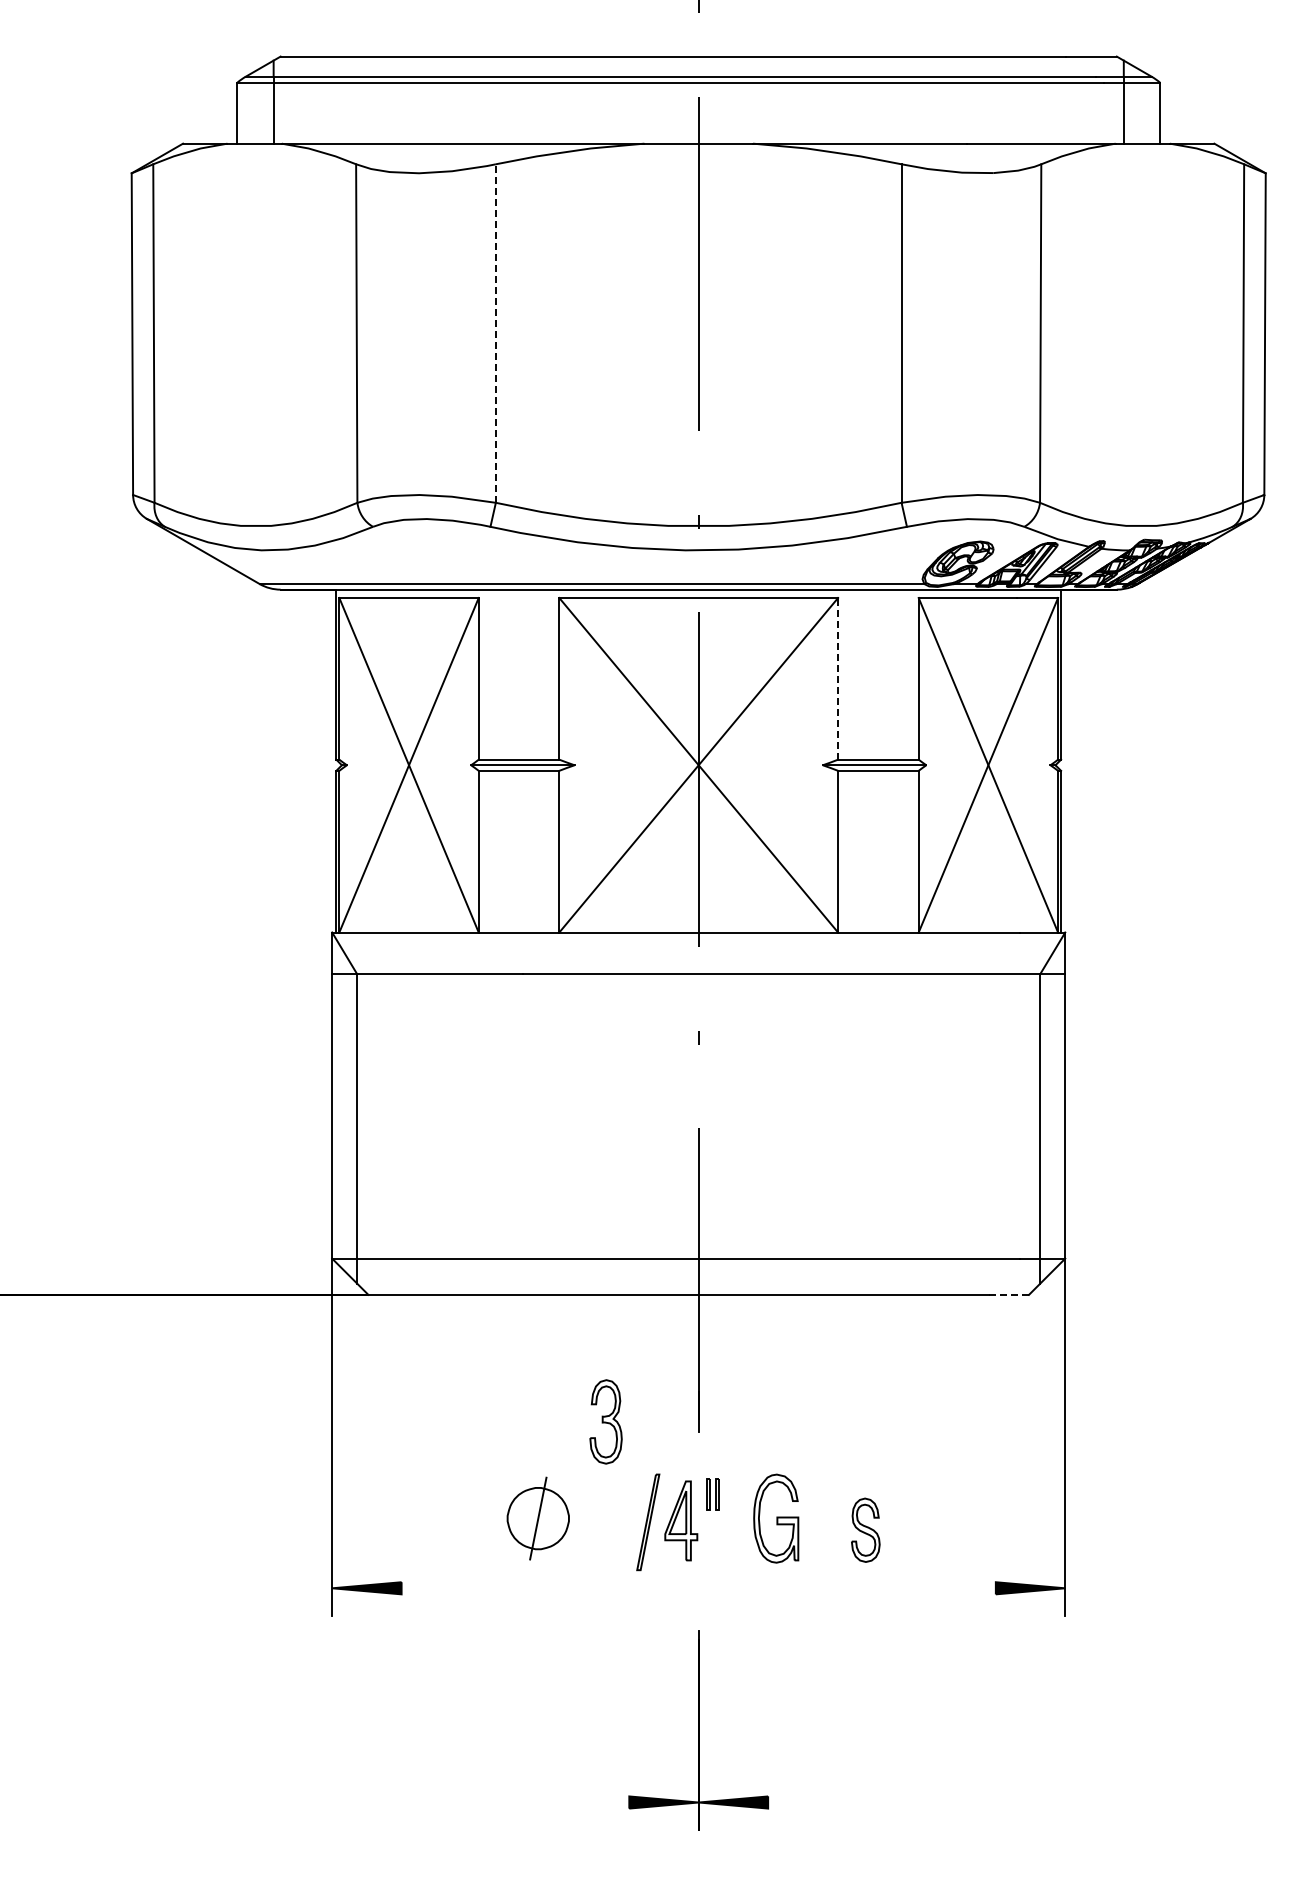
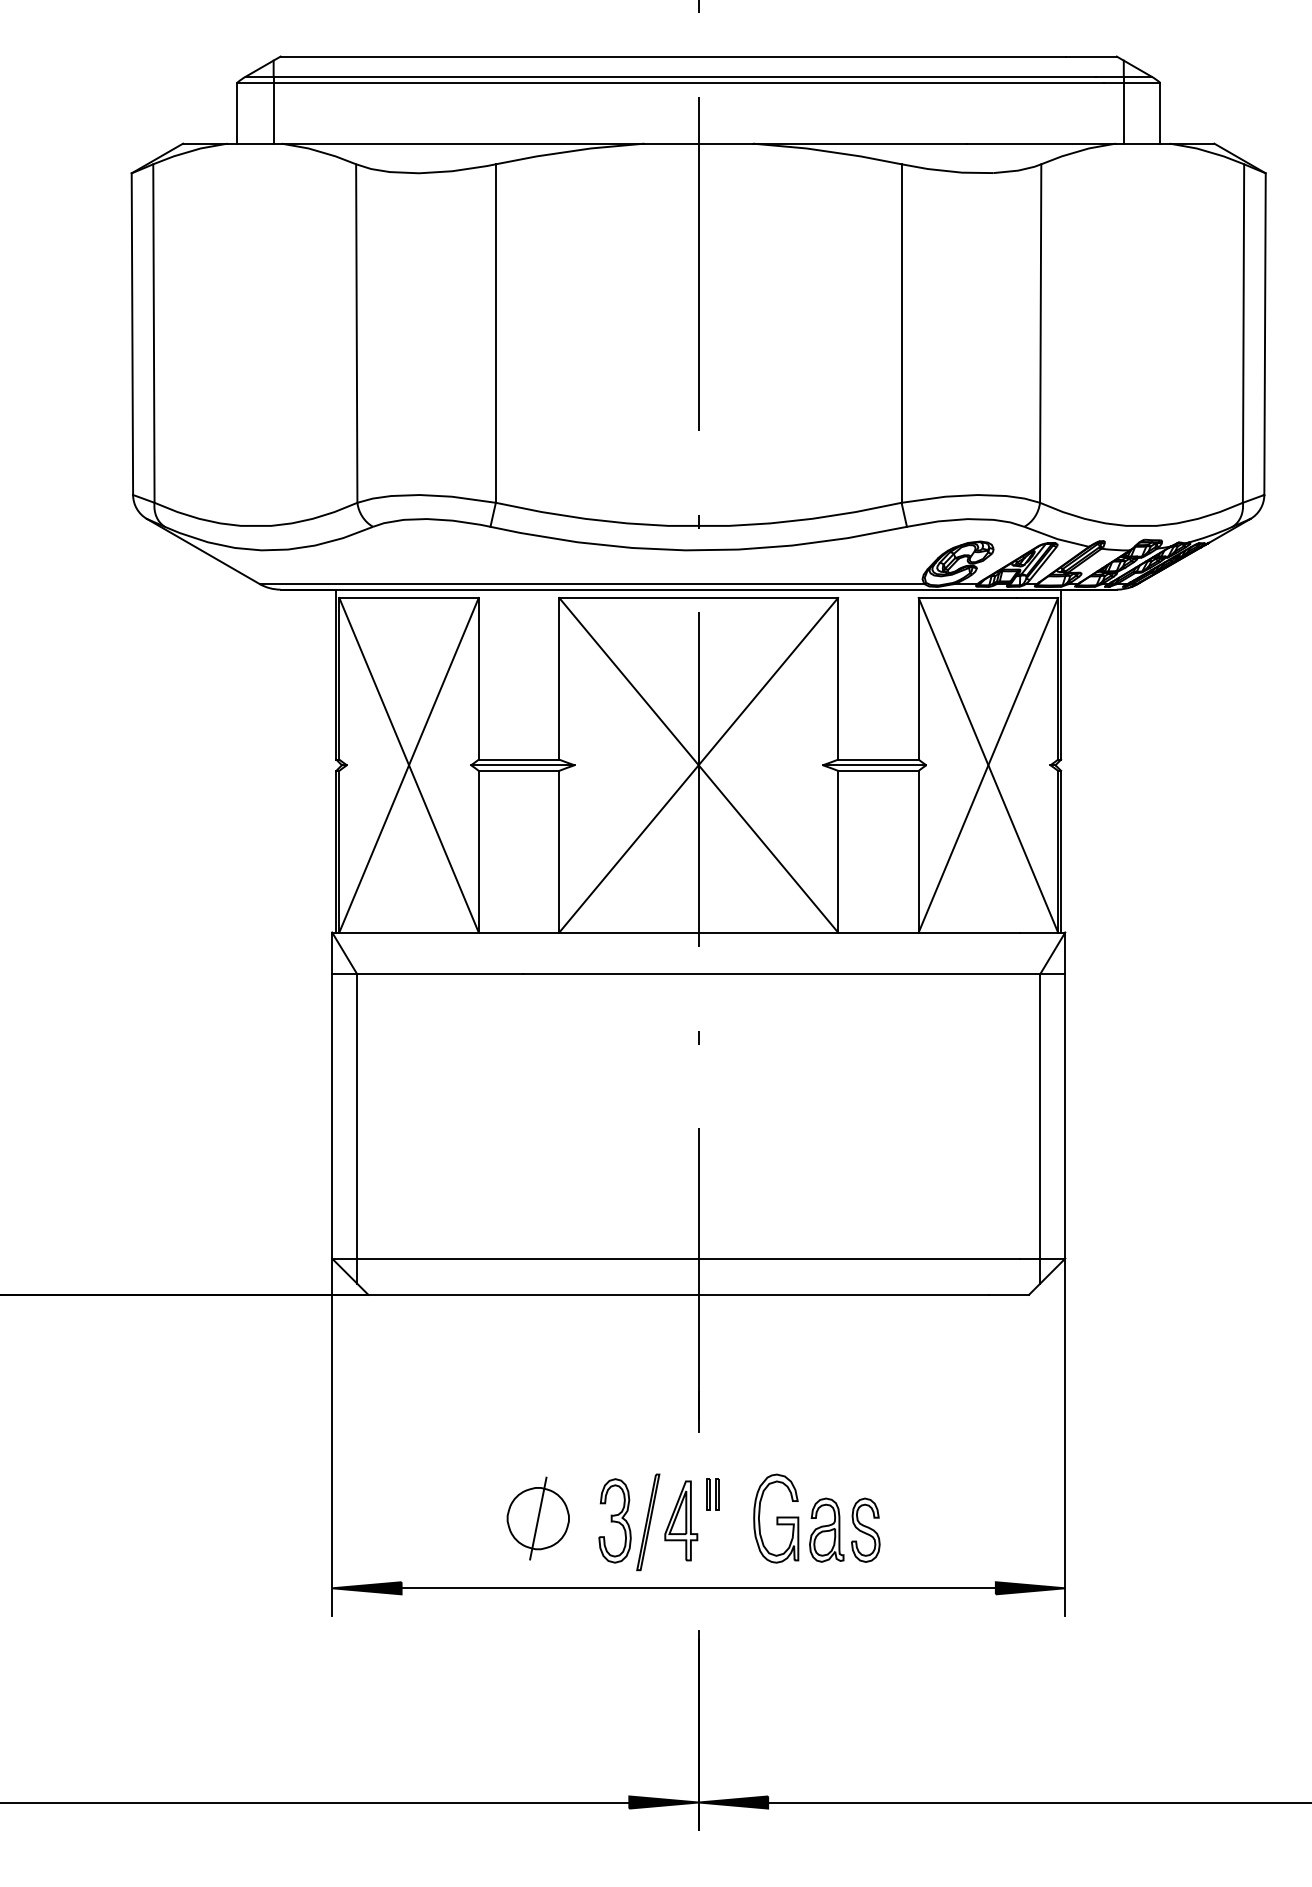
line at (495, 333): dashed -> solid
line at (838, 678): dashed -> solid
line at (1009, 1294): dashed -> solid
part at (605, 1421) position: (605, 1421) -> (614, 1520)
part at (826, 1529): none -> present
line at (698, 1588): none -> present
line at (315, 1802): none -> present
line at (1038, 1802): none -> present
